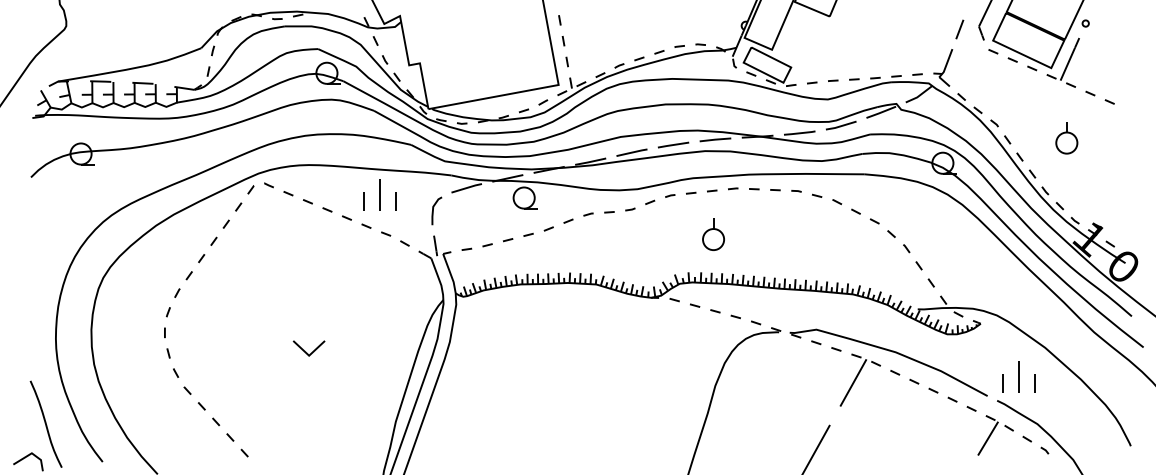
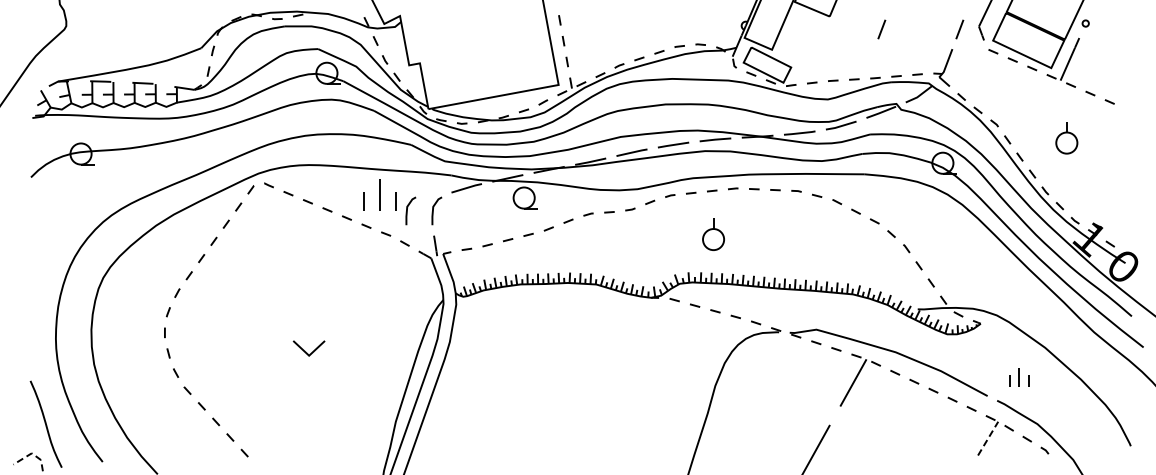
line at (881, 29): none -> present
line at (407, 210): none -> present
part at (1018, 376) size: 34x32 px -> 21x19 px
line at (988, 438): solid -> dashed
line at (32, 453): solid -> dashed
